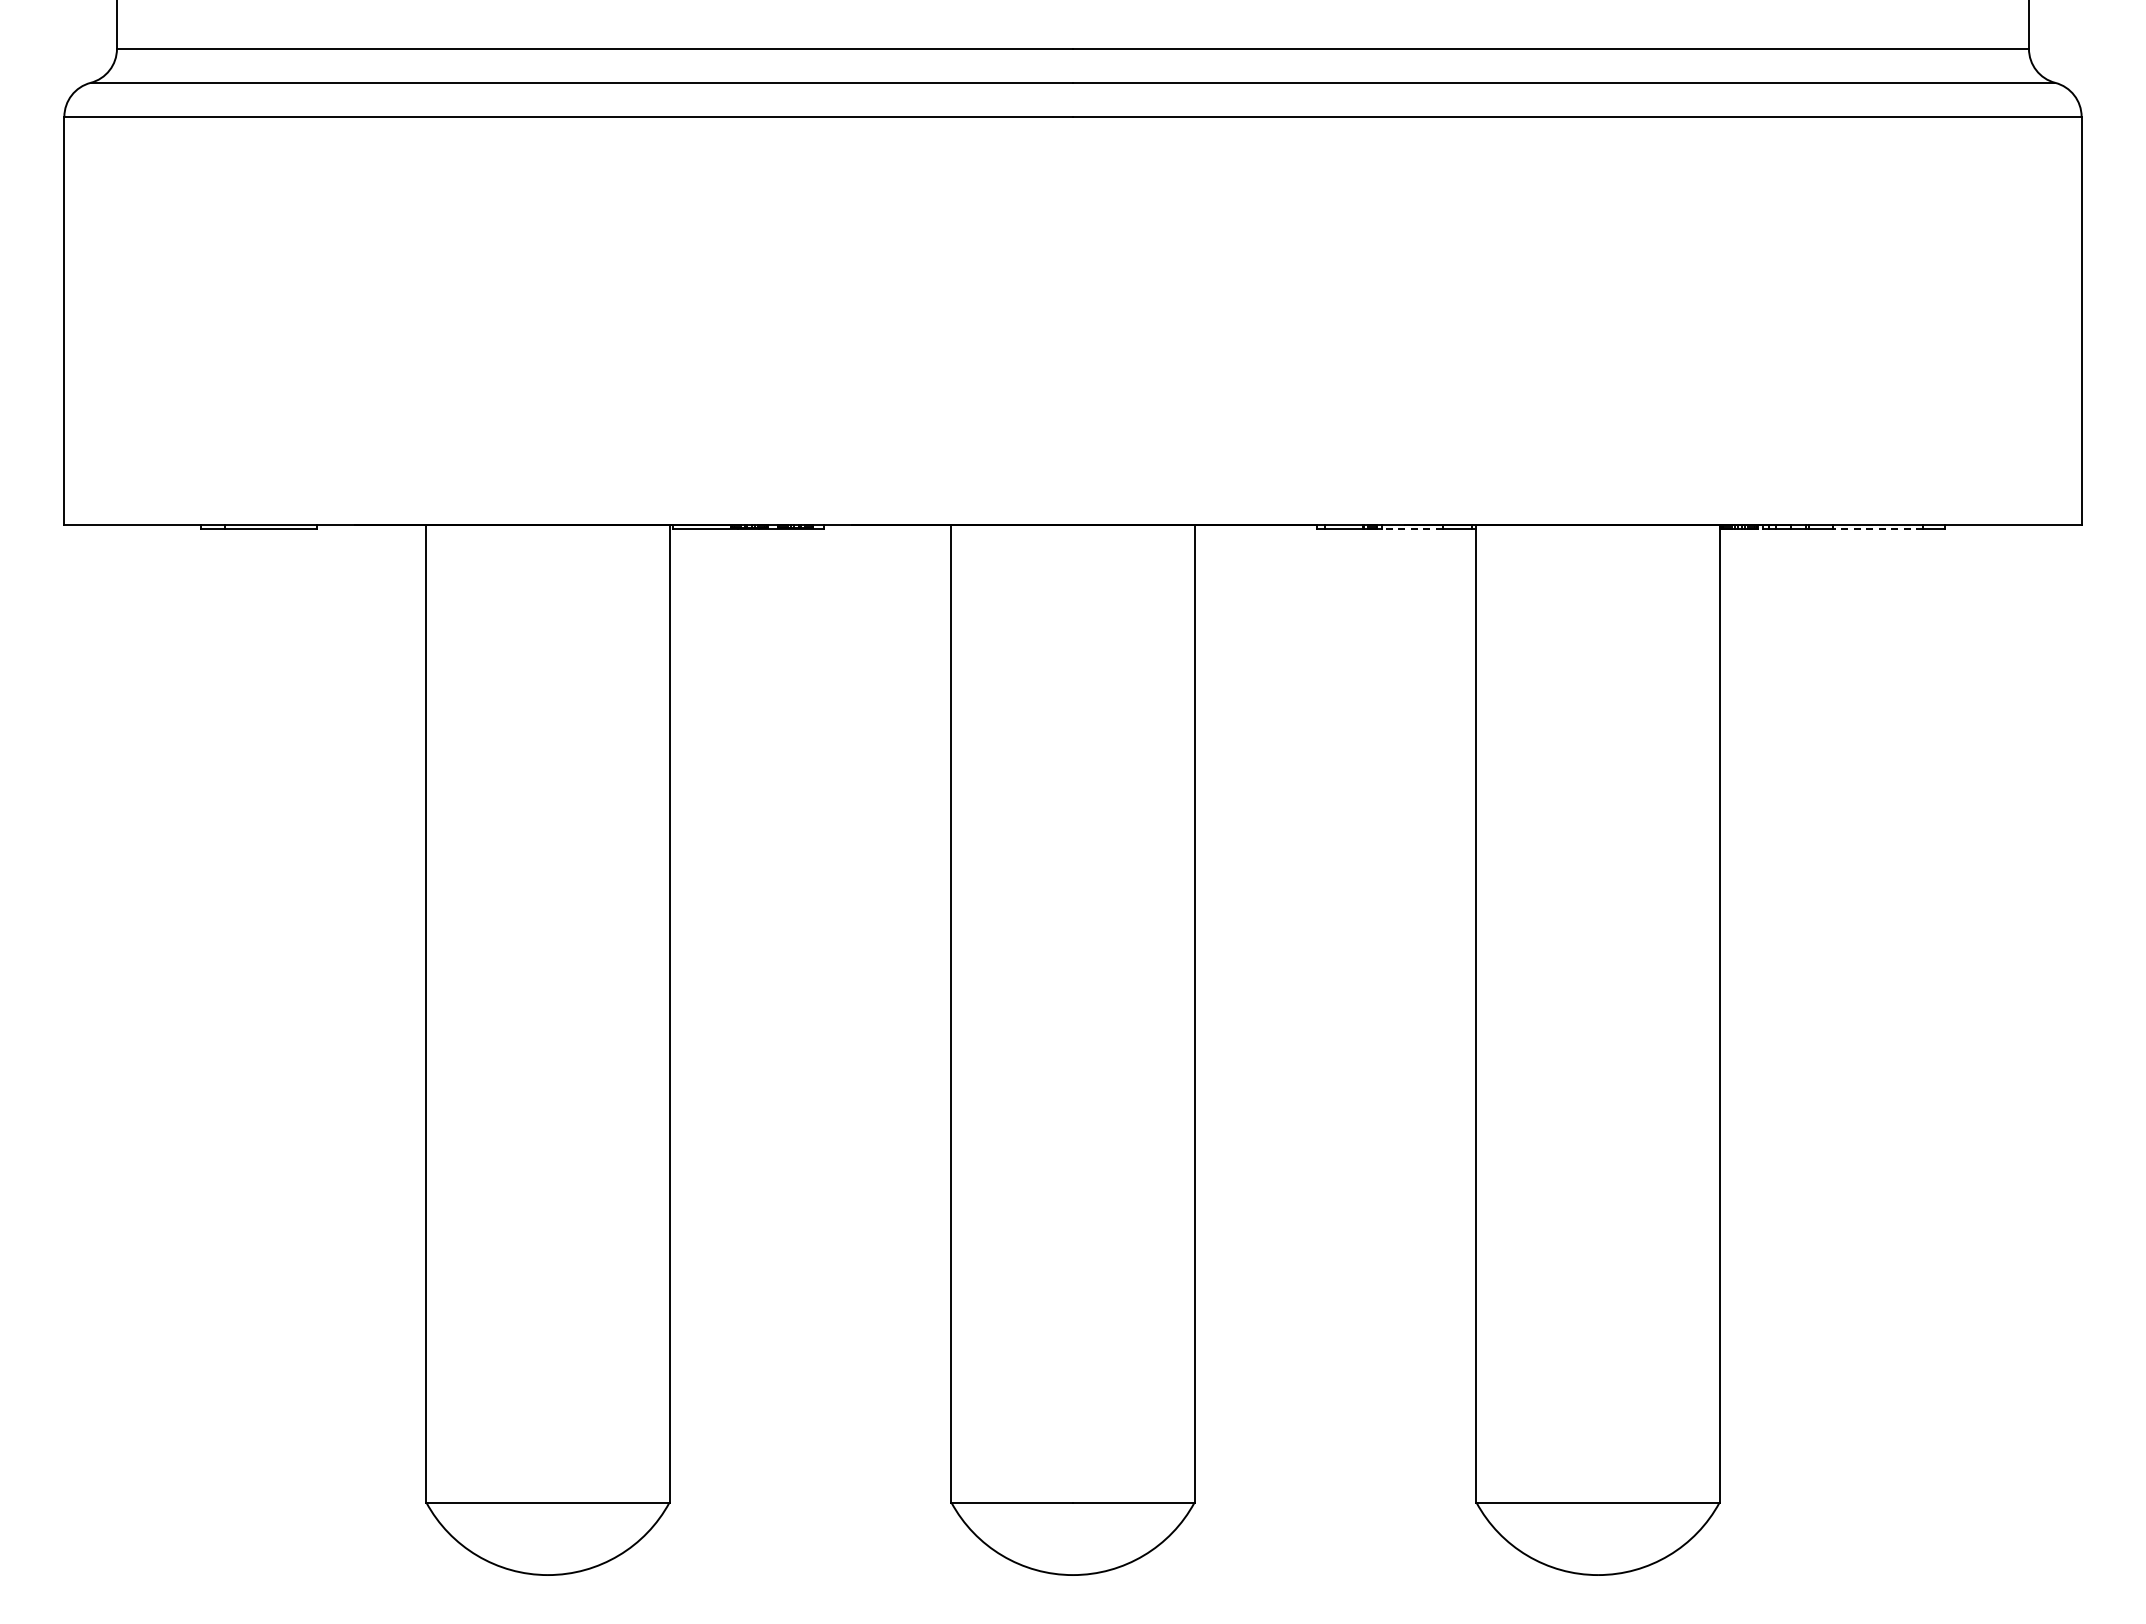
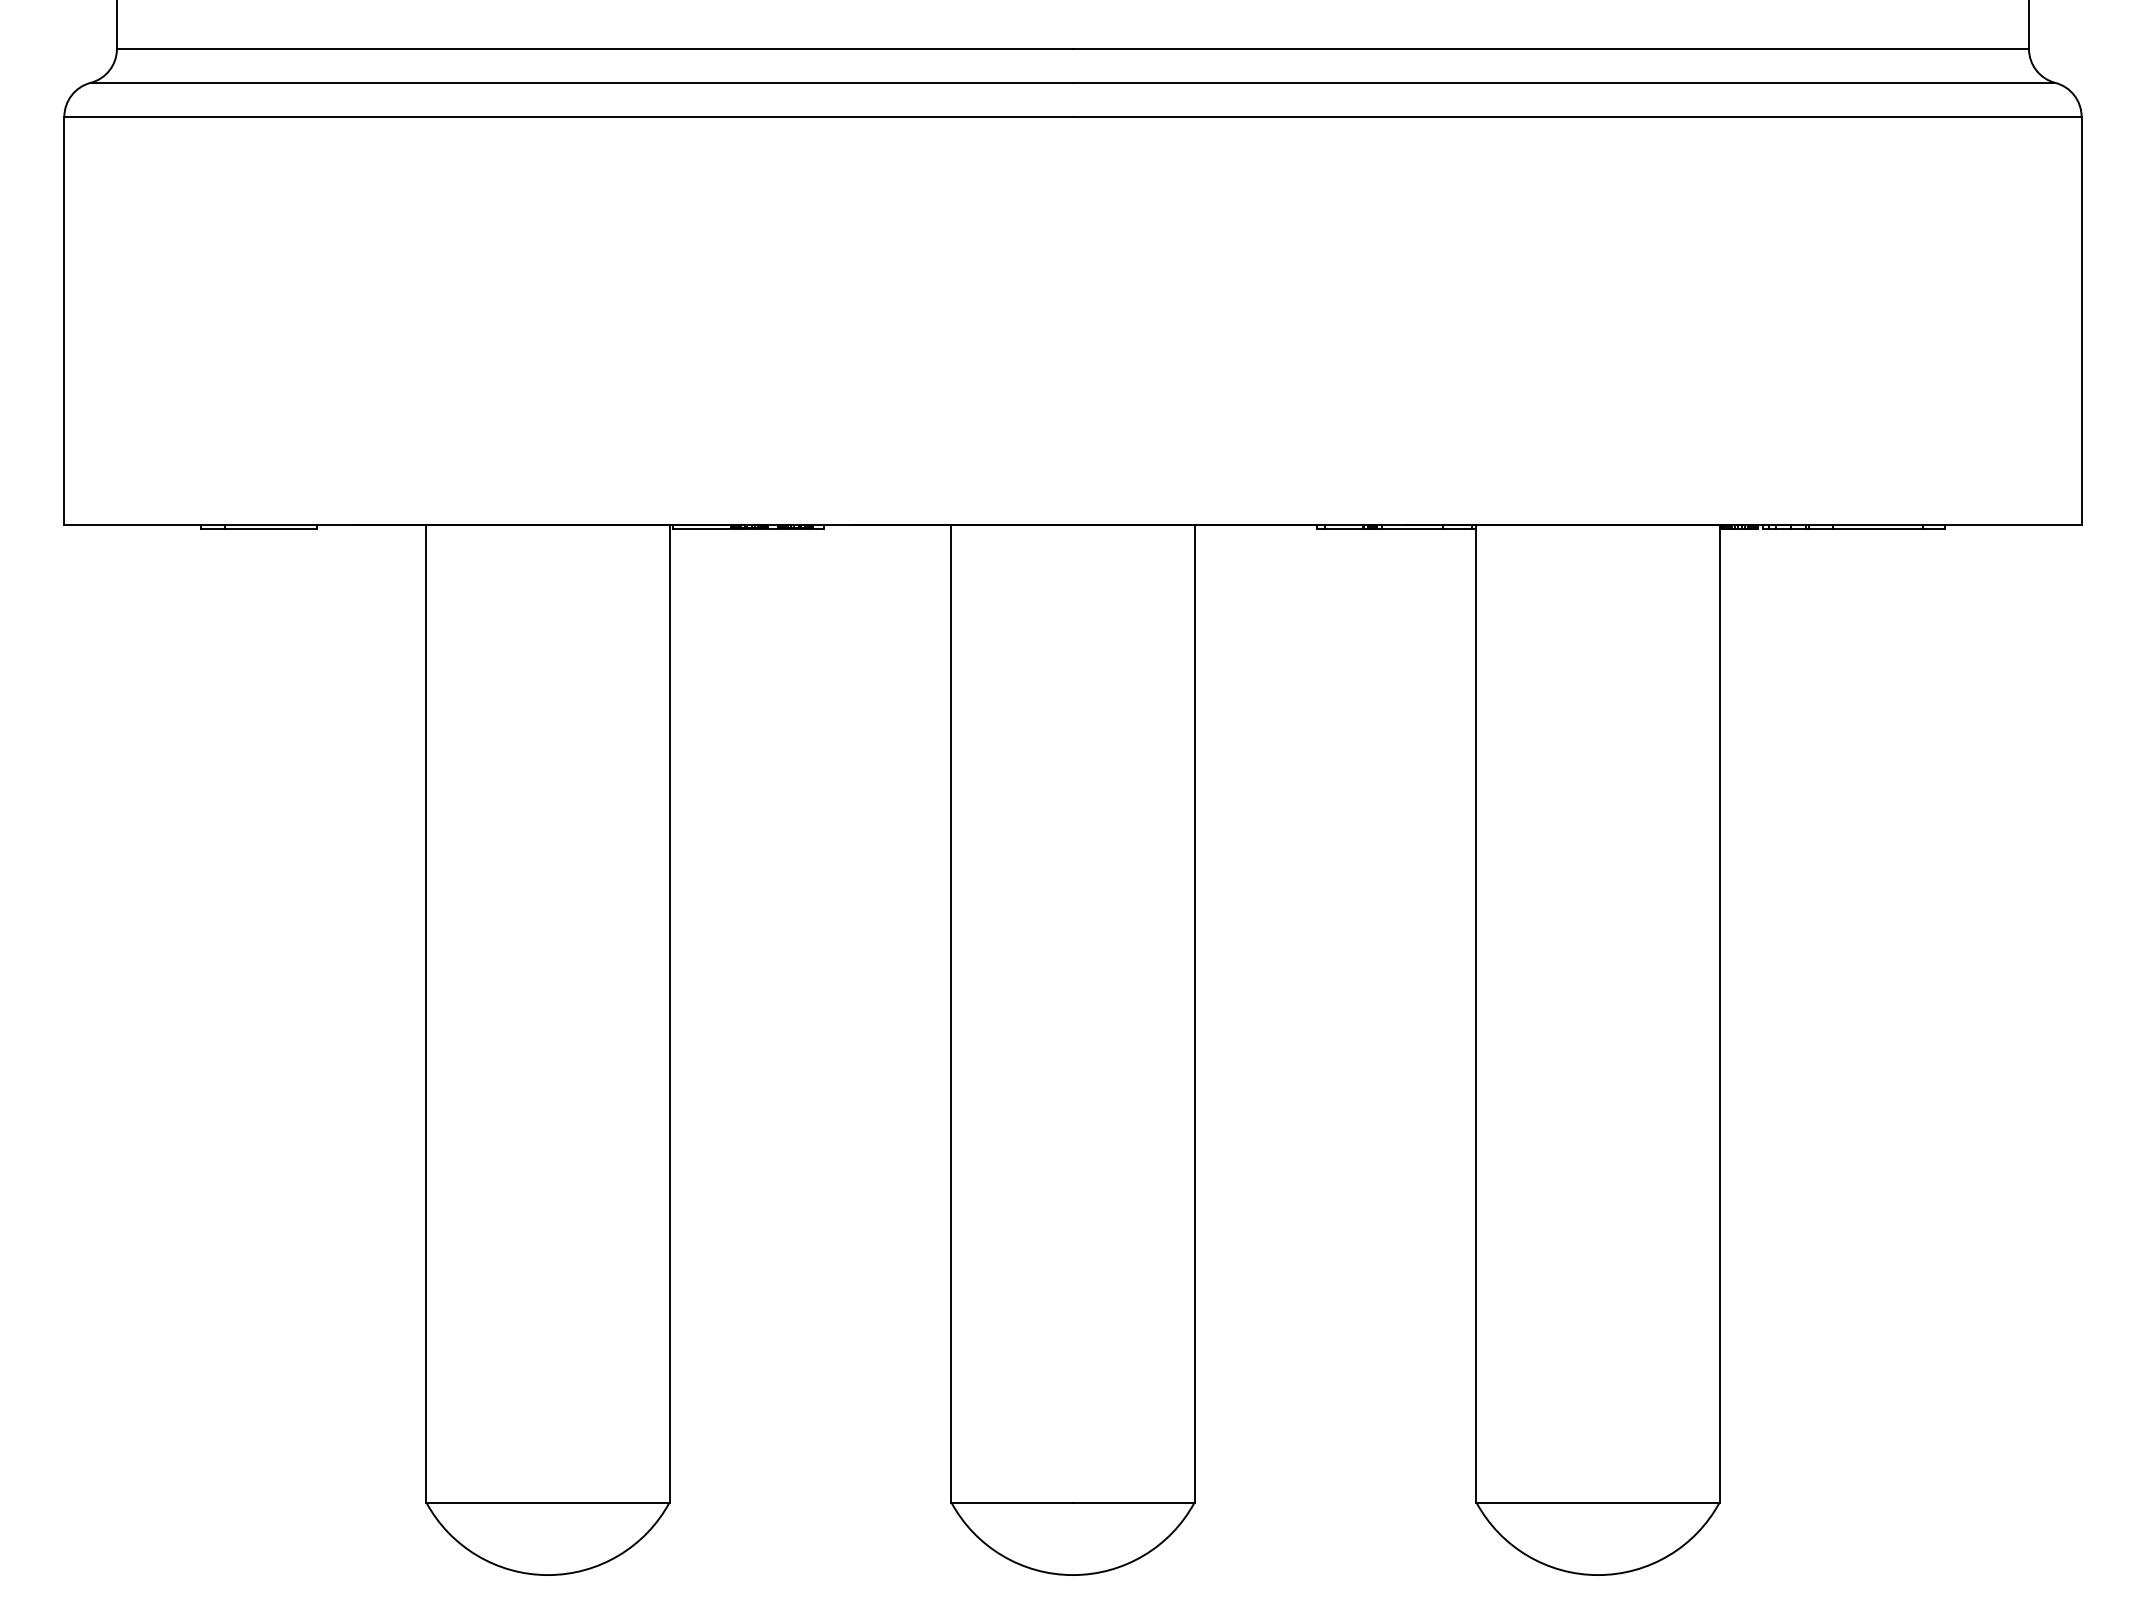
line at (1412, 529): dashed -> solid
line at (1878, 529): dashed -> solid
